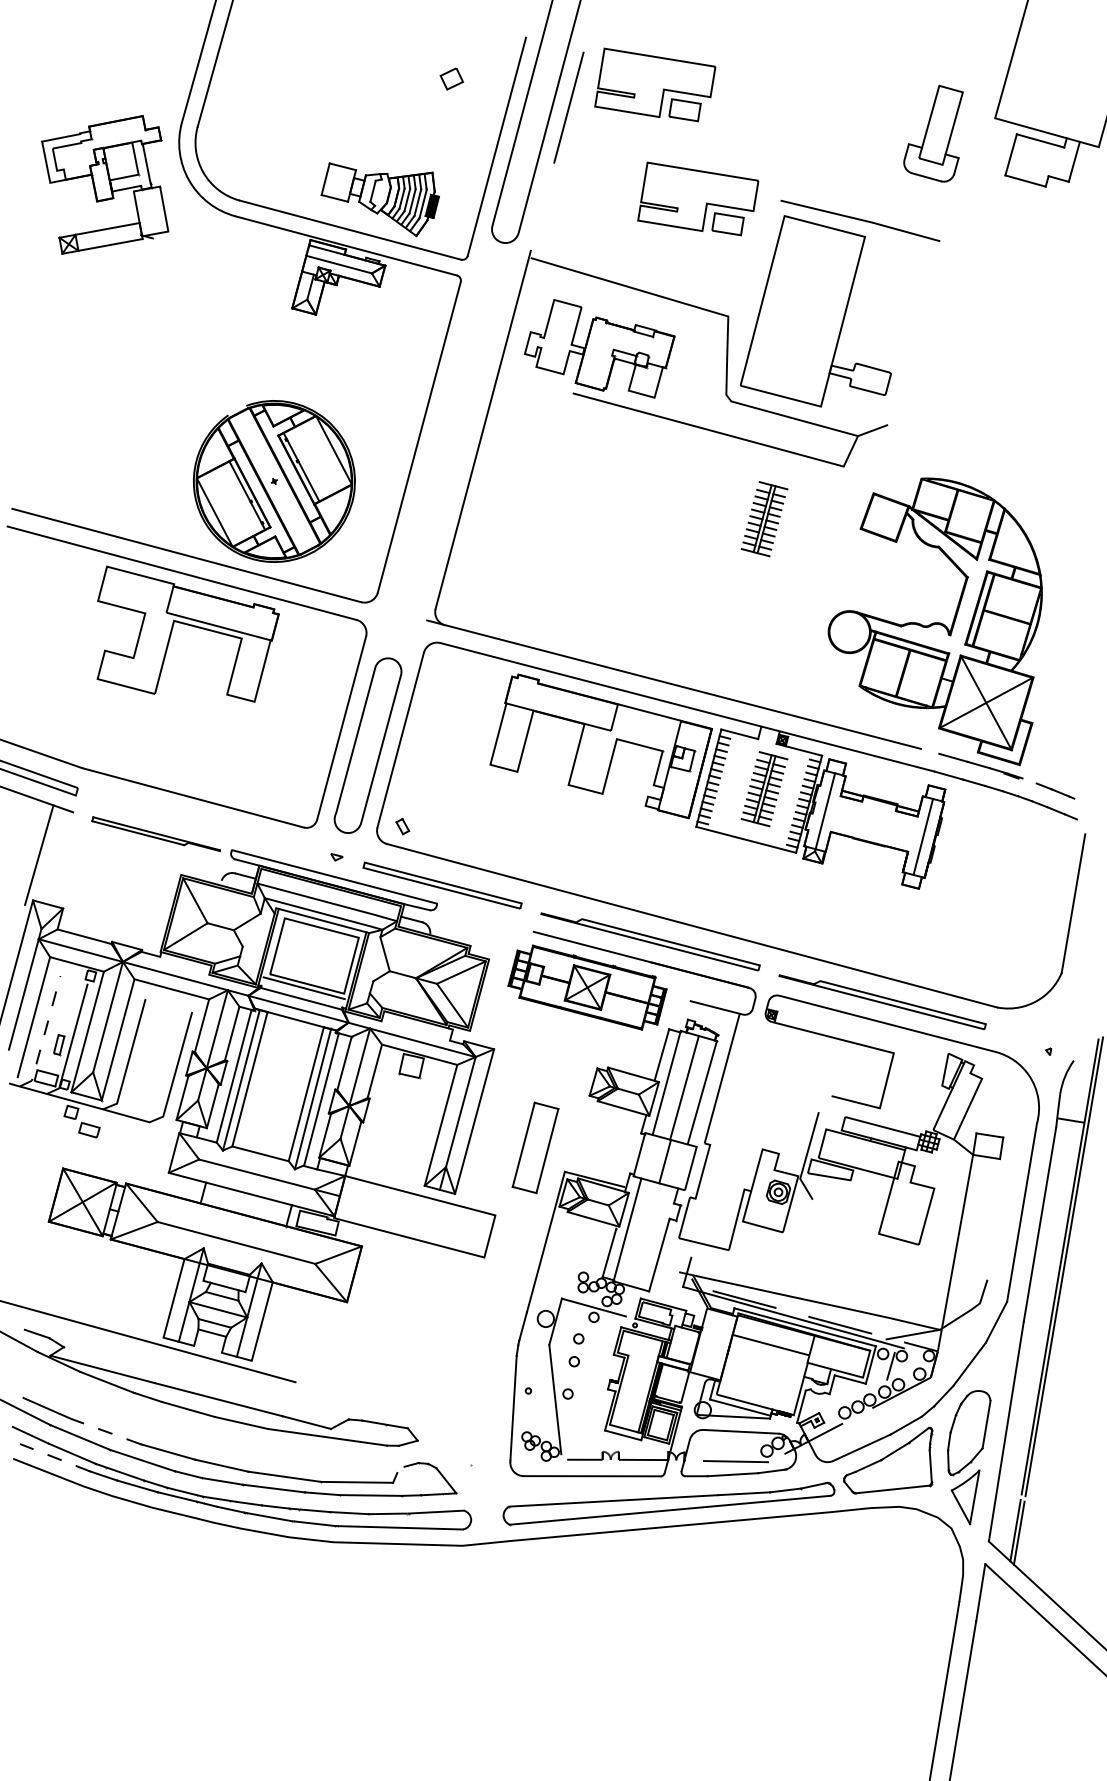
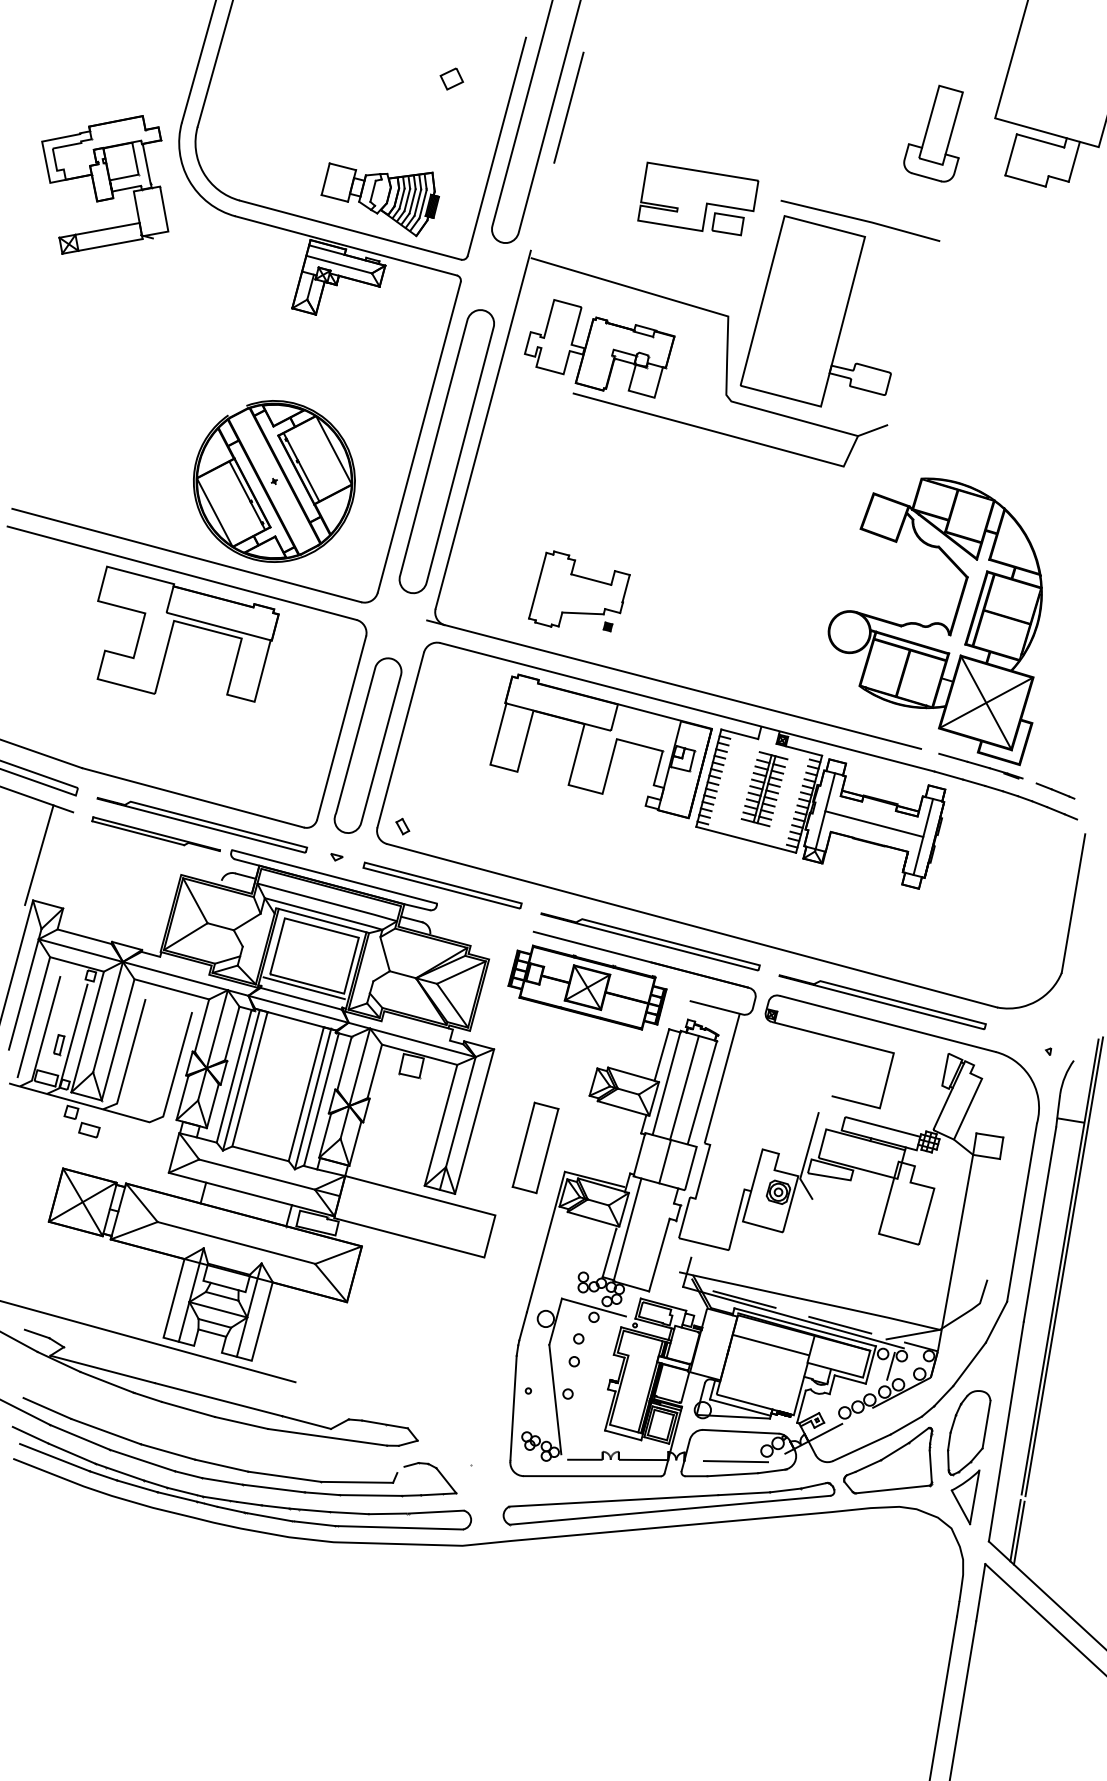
part at (655, 84): present -> none
part at (446, 451): none -> present
part at (764, 519): present -> none
part at (579, 591): none -> present
line at (874, 823): none -> present
part at (202, 825): none -> present
line at (44, 1035): dashed -> solid
line at (106, 1431): dashed -> solid
line at (54, 1457): dashed -> solid
